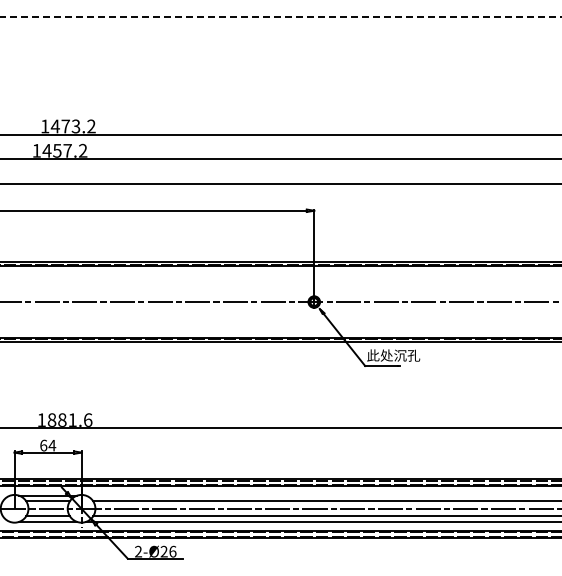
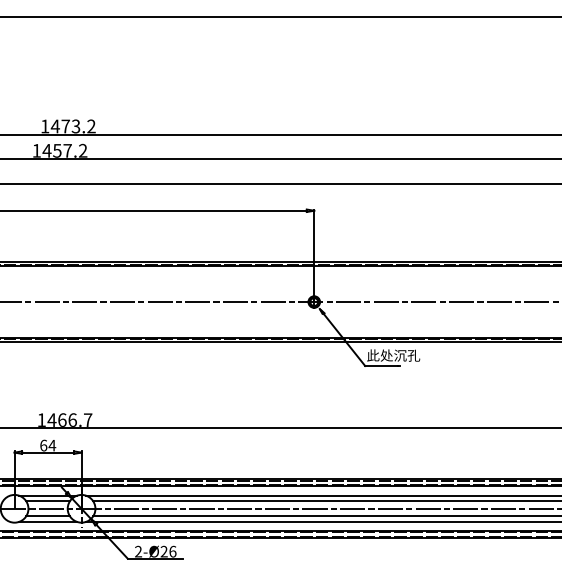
line at (280, 17): dashed -> solid
text at (69, 419): 1881.6 -> 1466.7
line at (322, 495): none -> present
